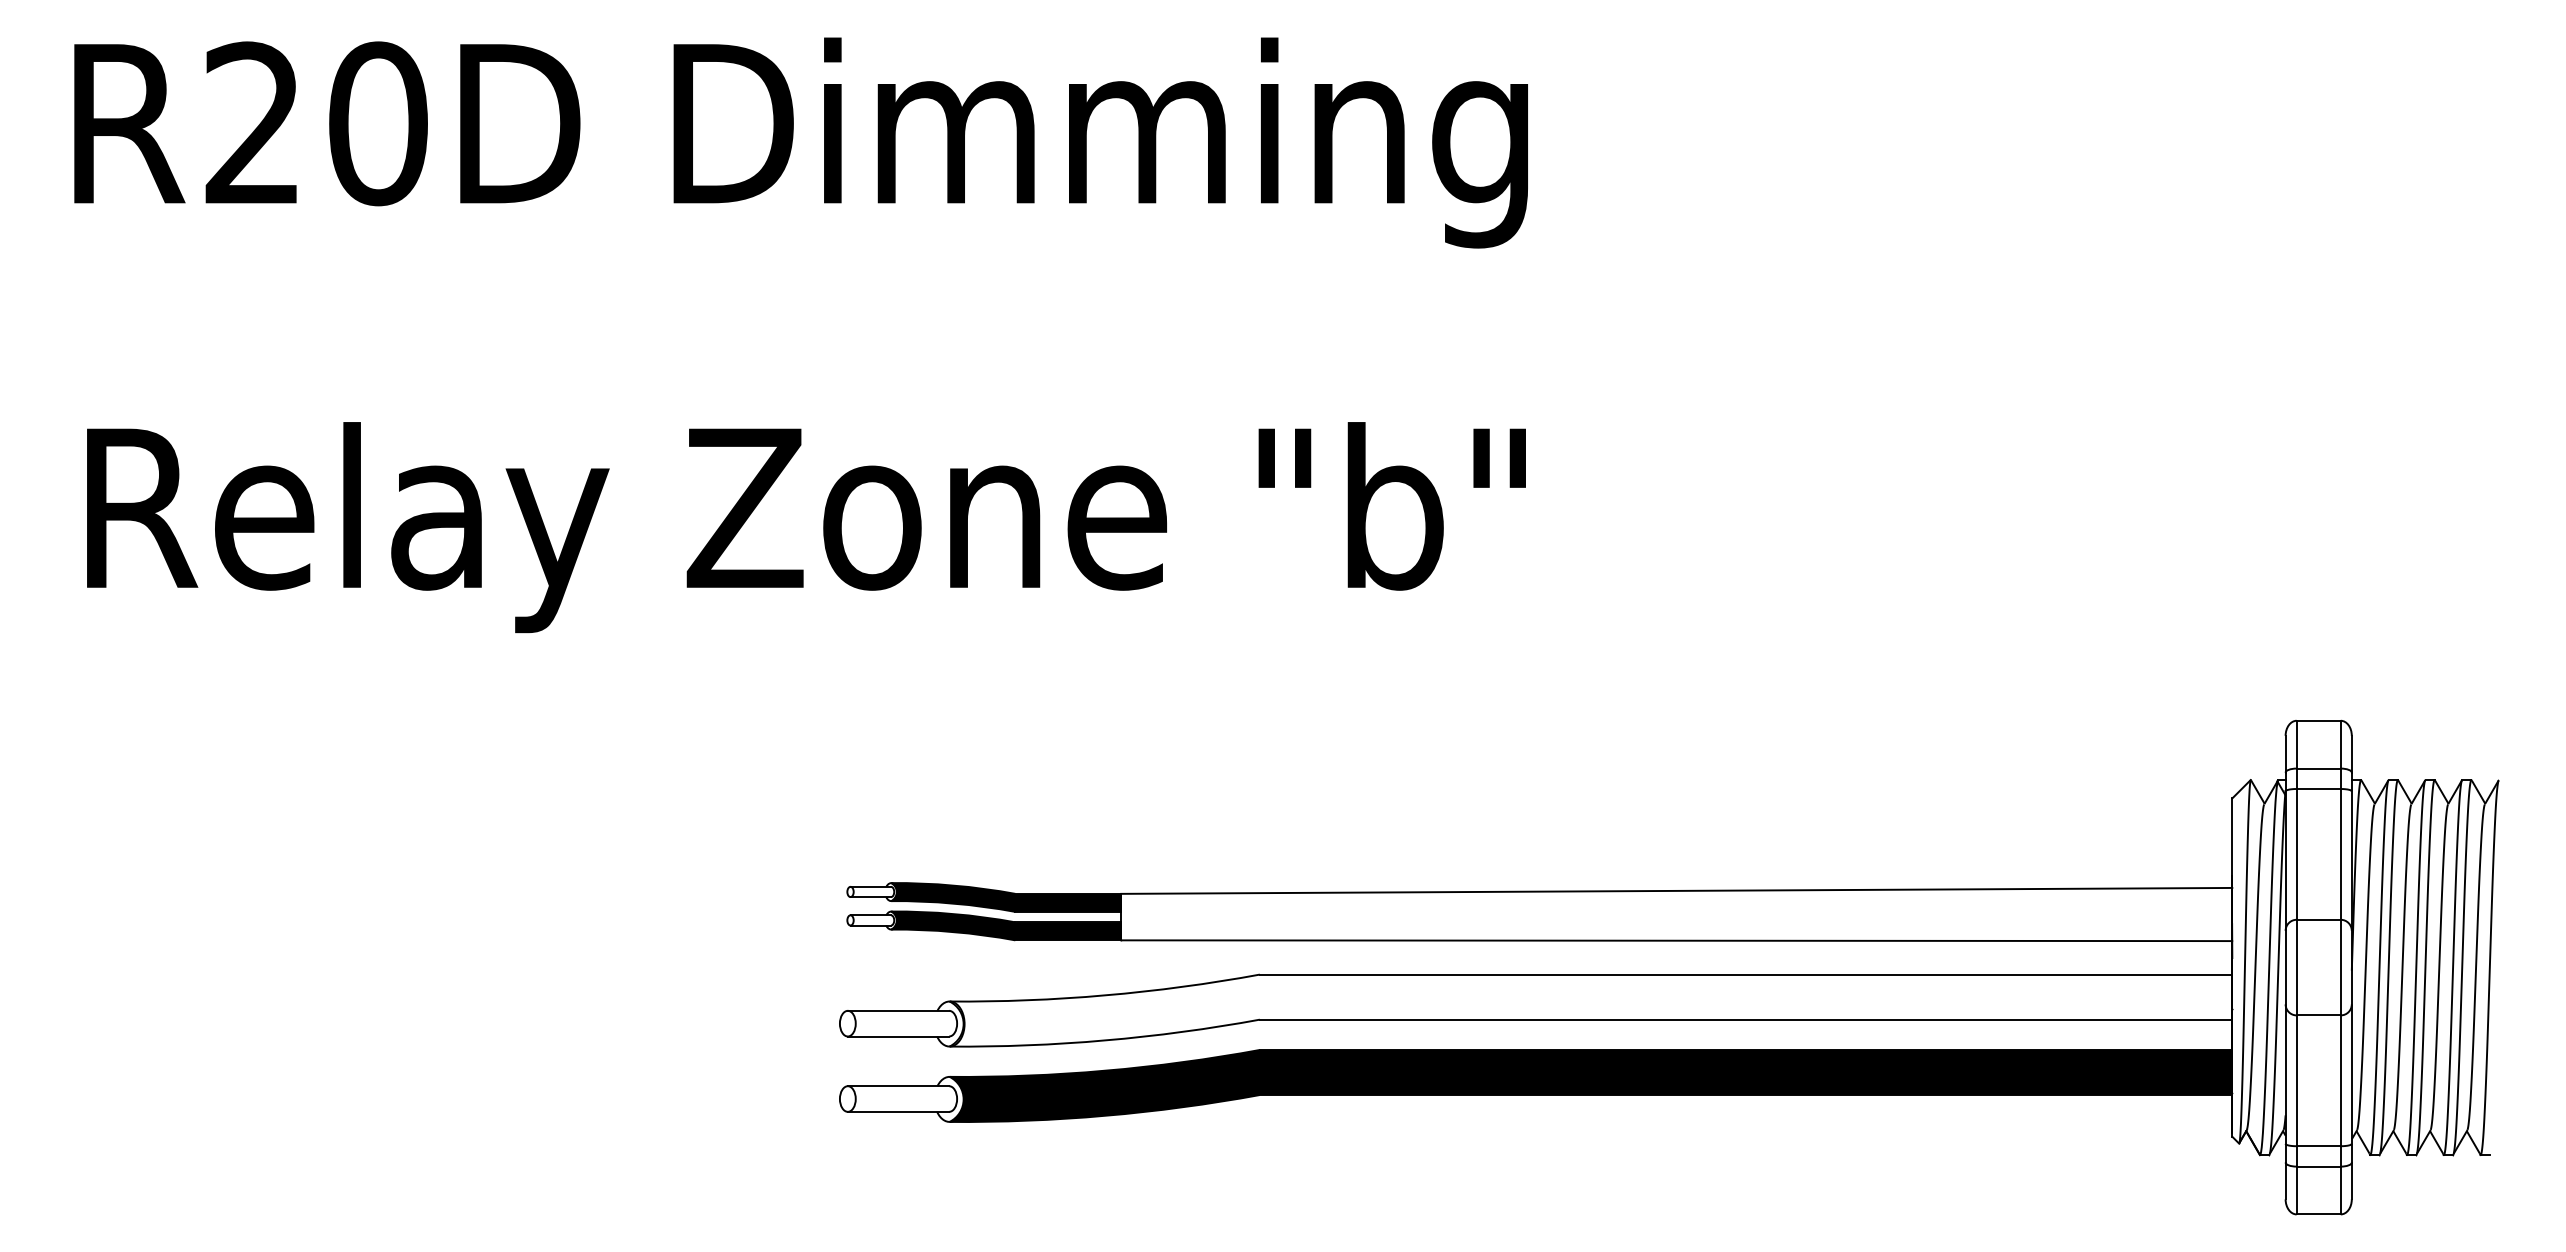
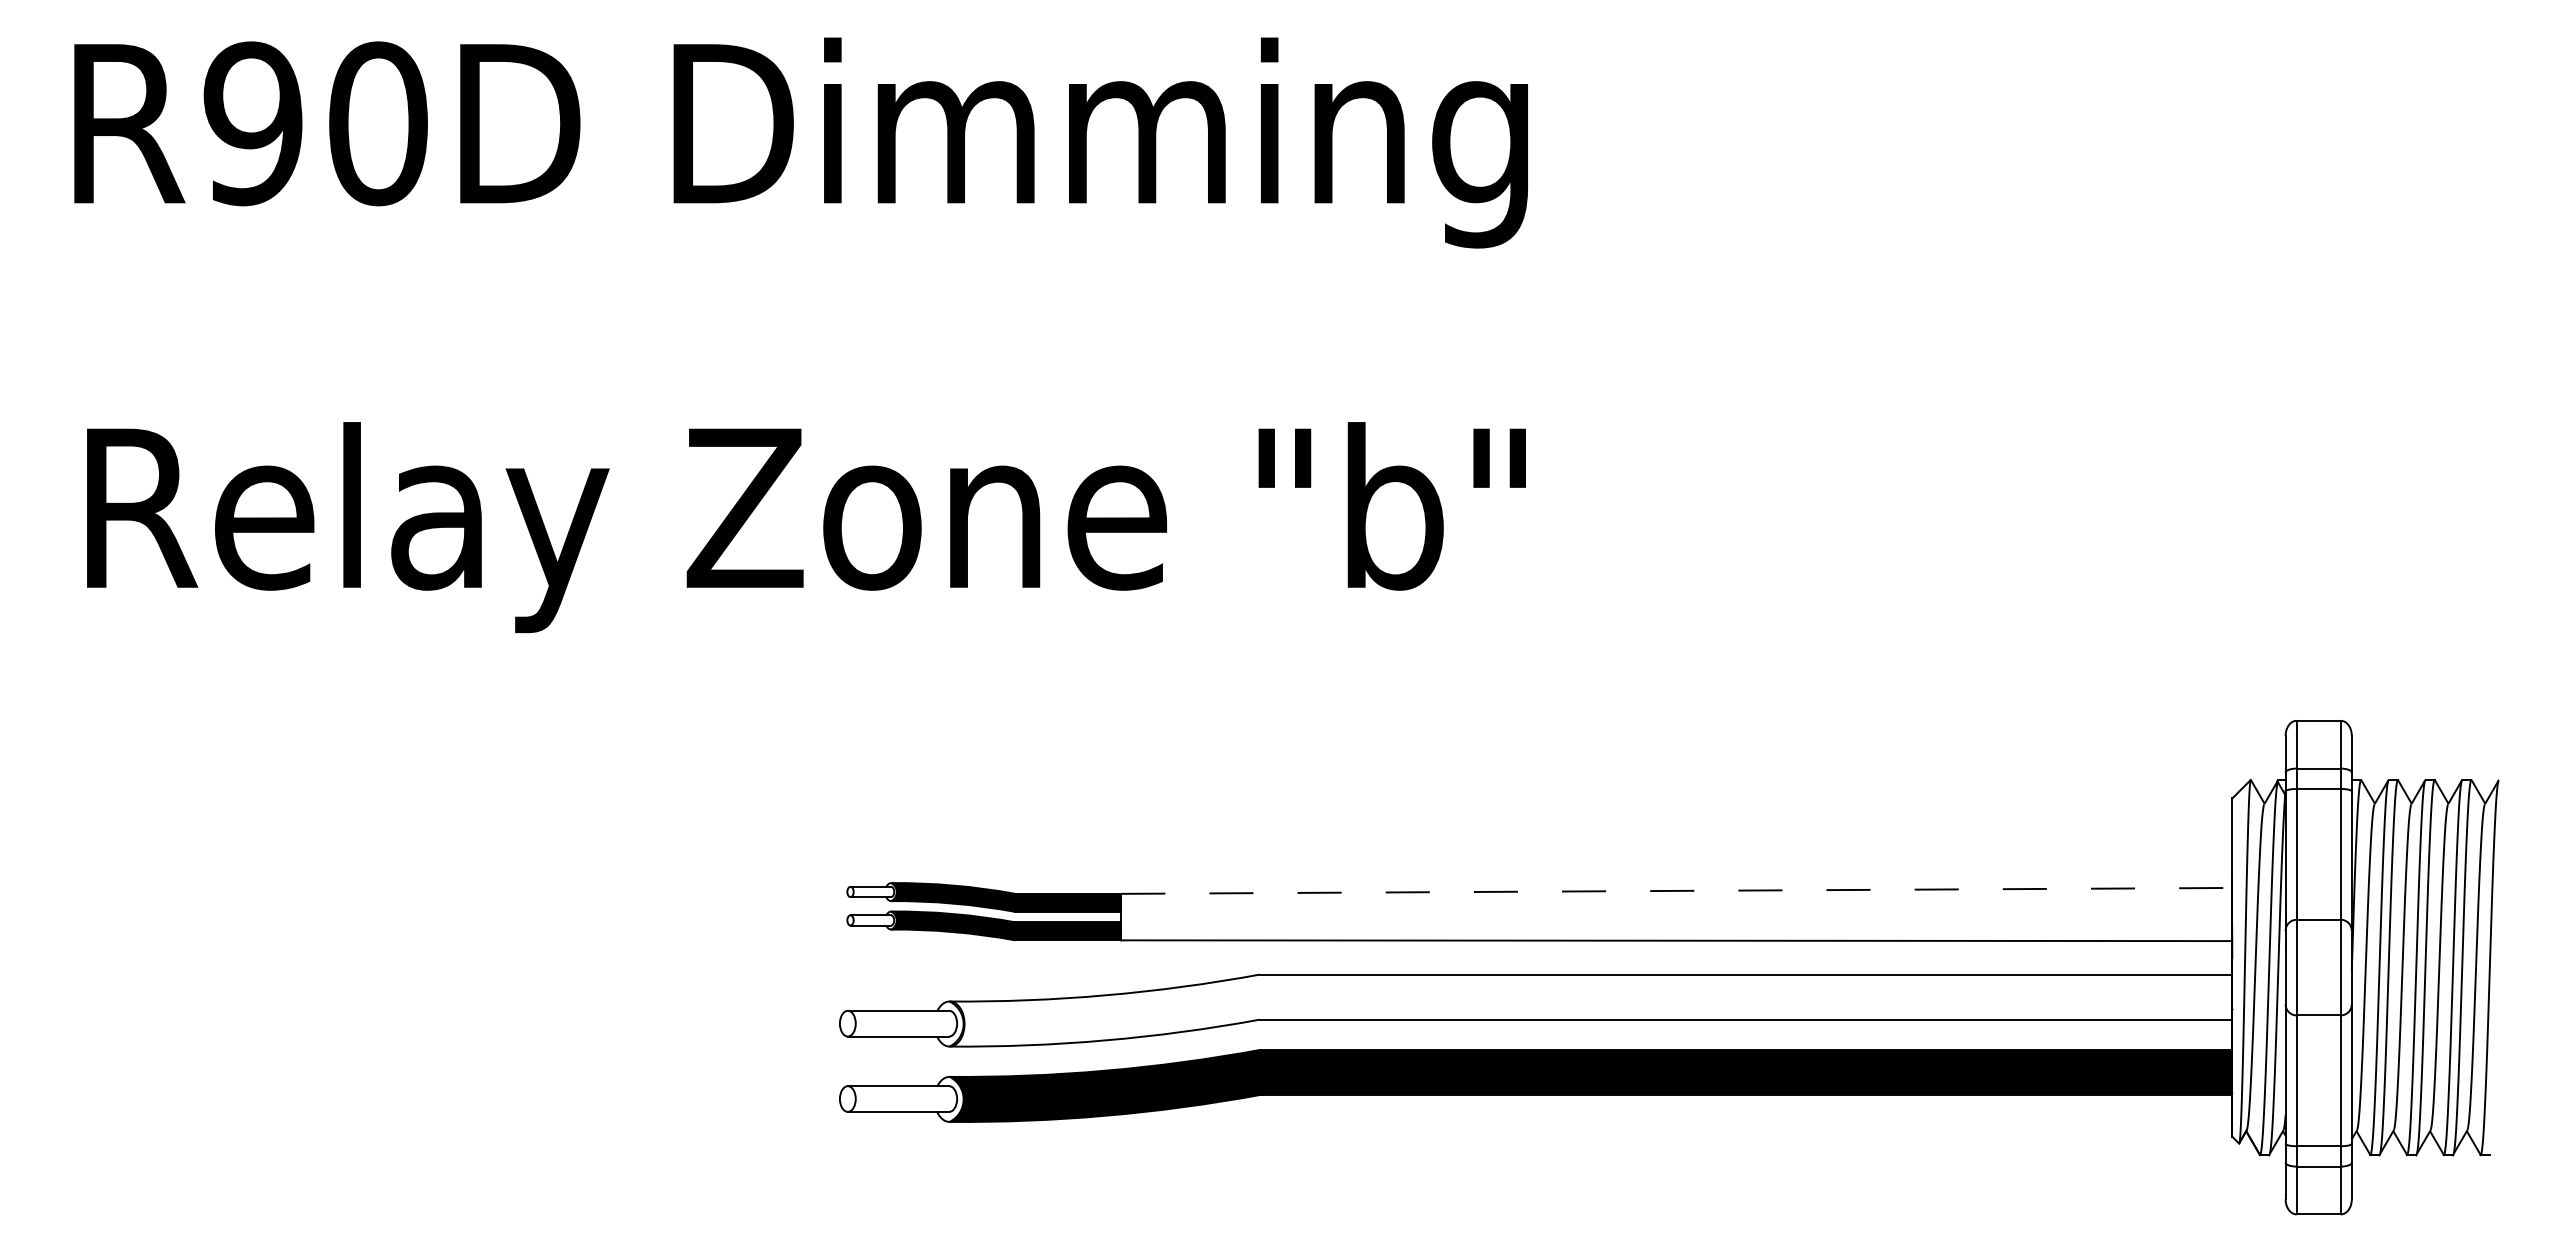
text at (252, 123): R20D -> R90D
line at (1676, 890): solid -> dashed
